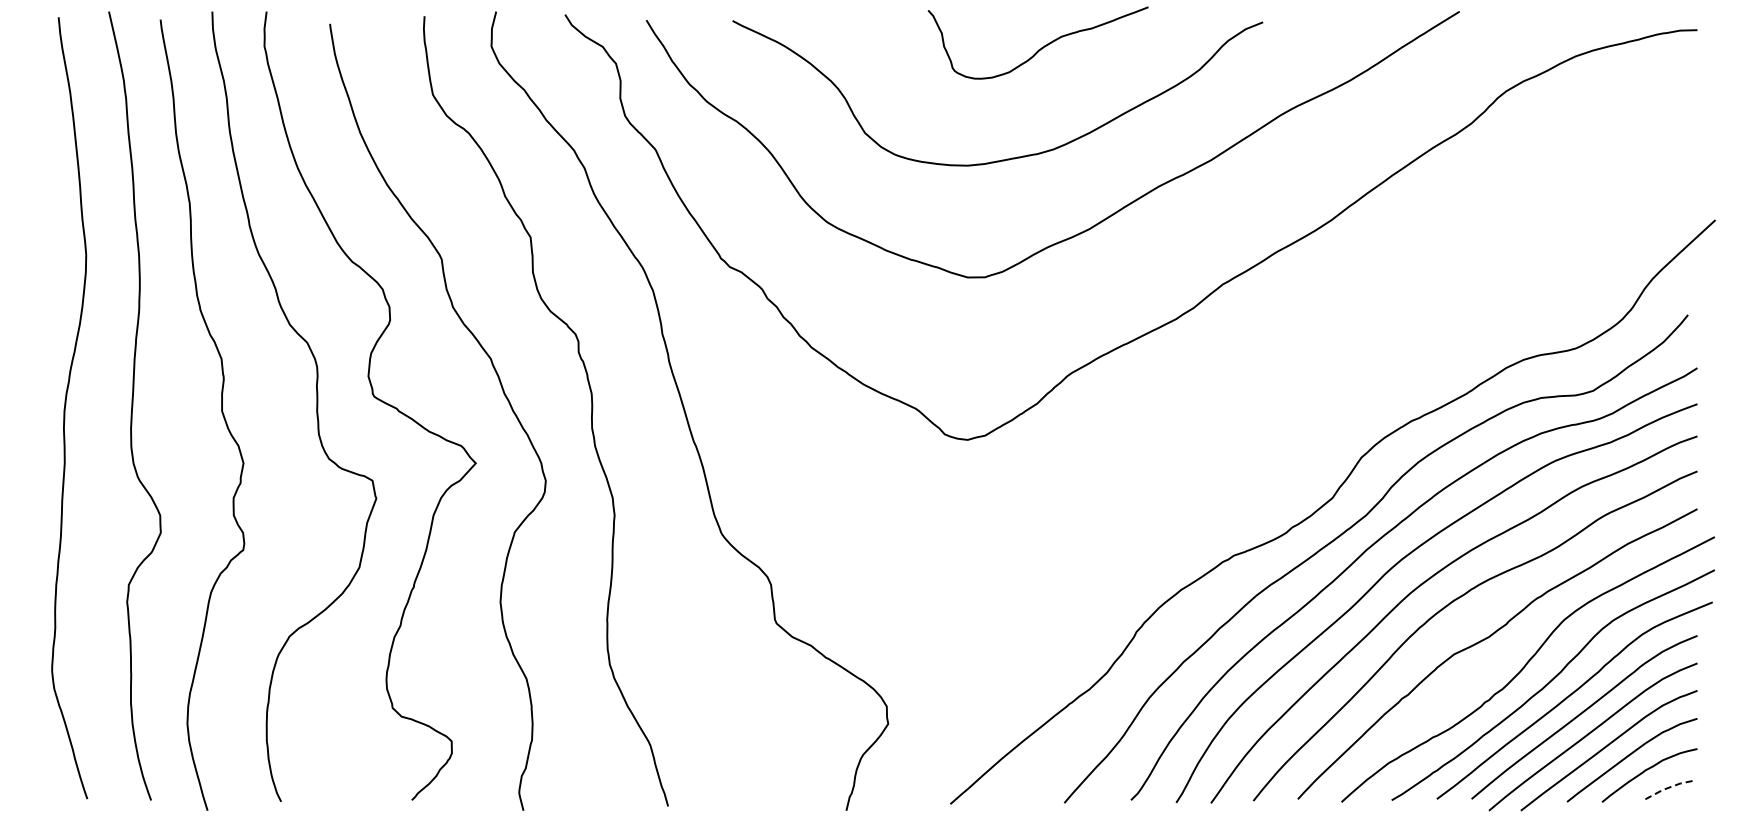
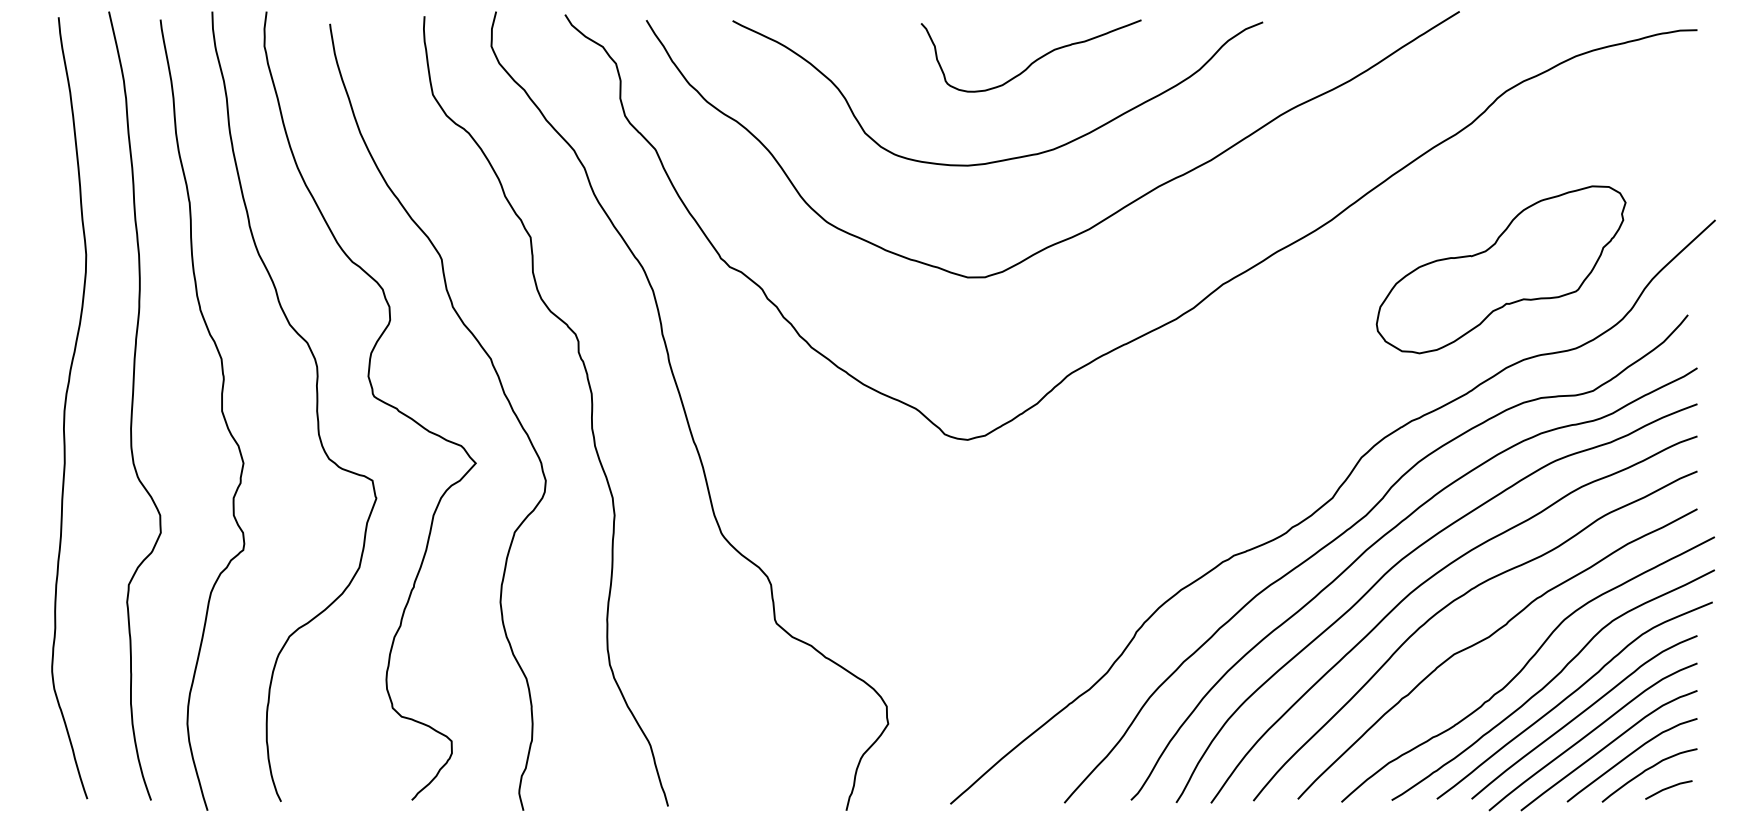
curve at (1042, 46) position: (1042, 46) -> (1035, 59)
part at (1500, 269): none -> present
line at (1668, 788): dashed -> solid
